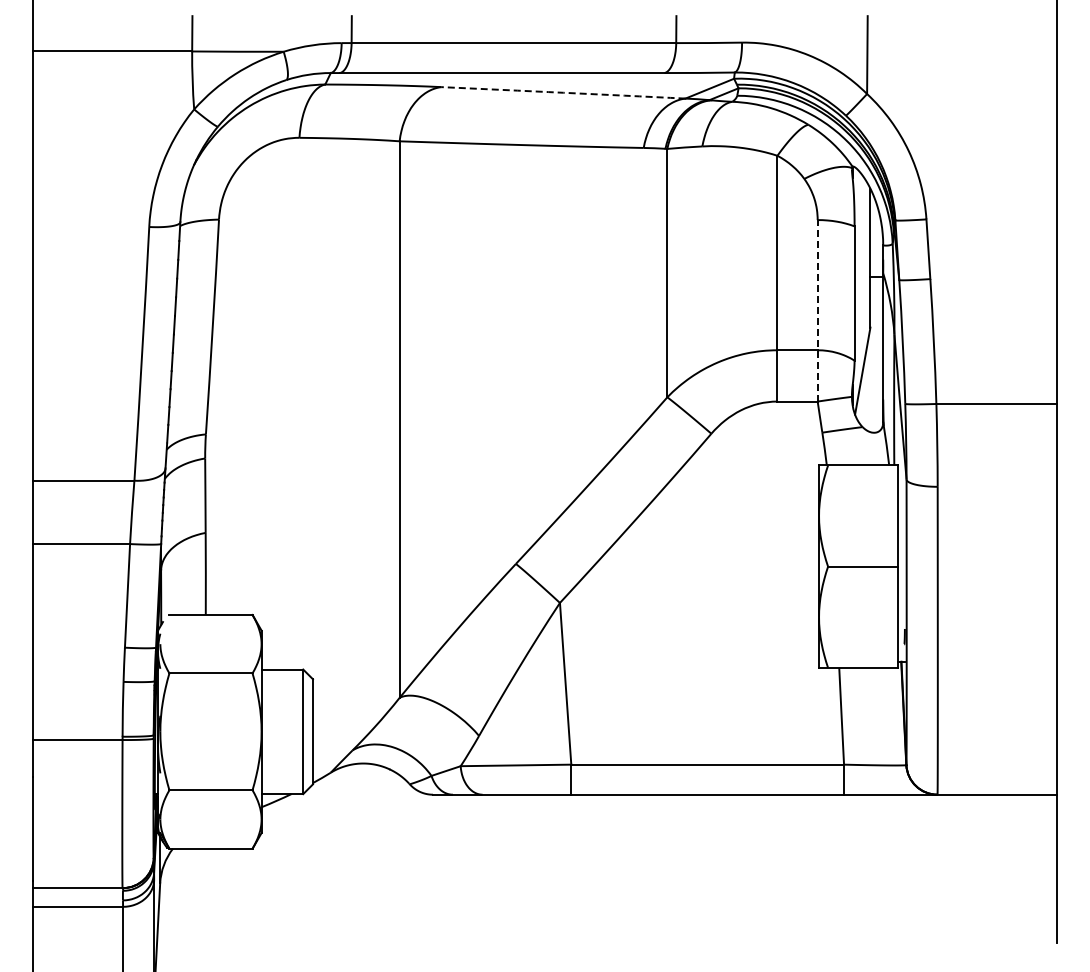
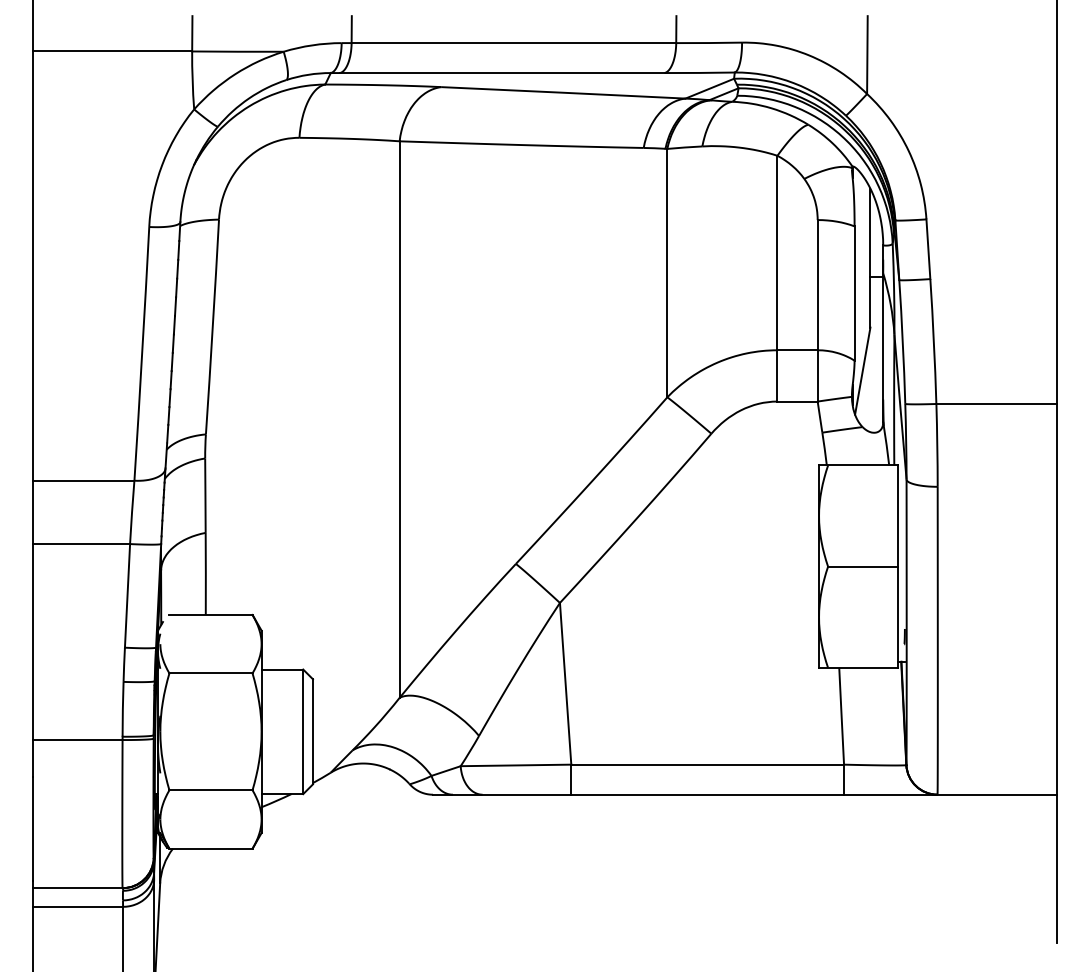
arc at (563, 92): dashed -> solid
line at (817, 310): dashed -> solid
